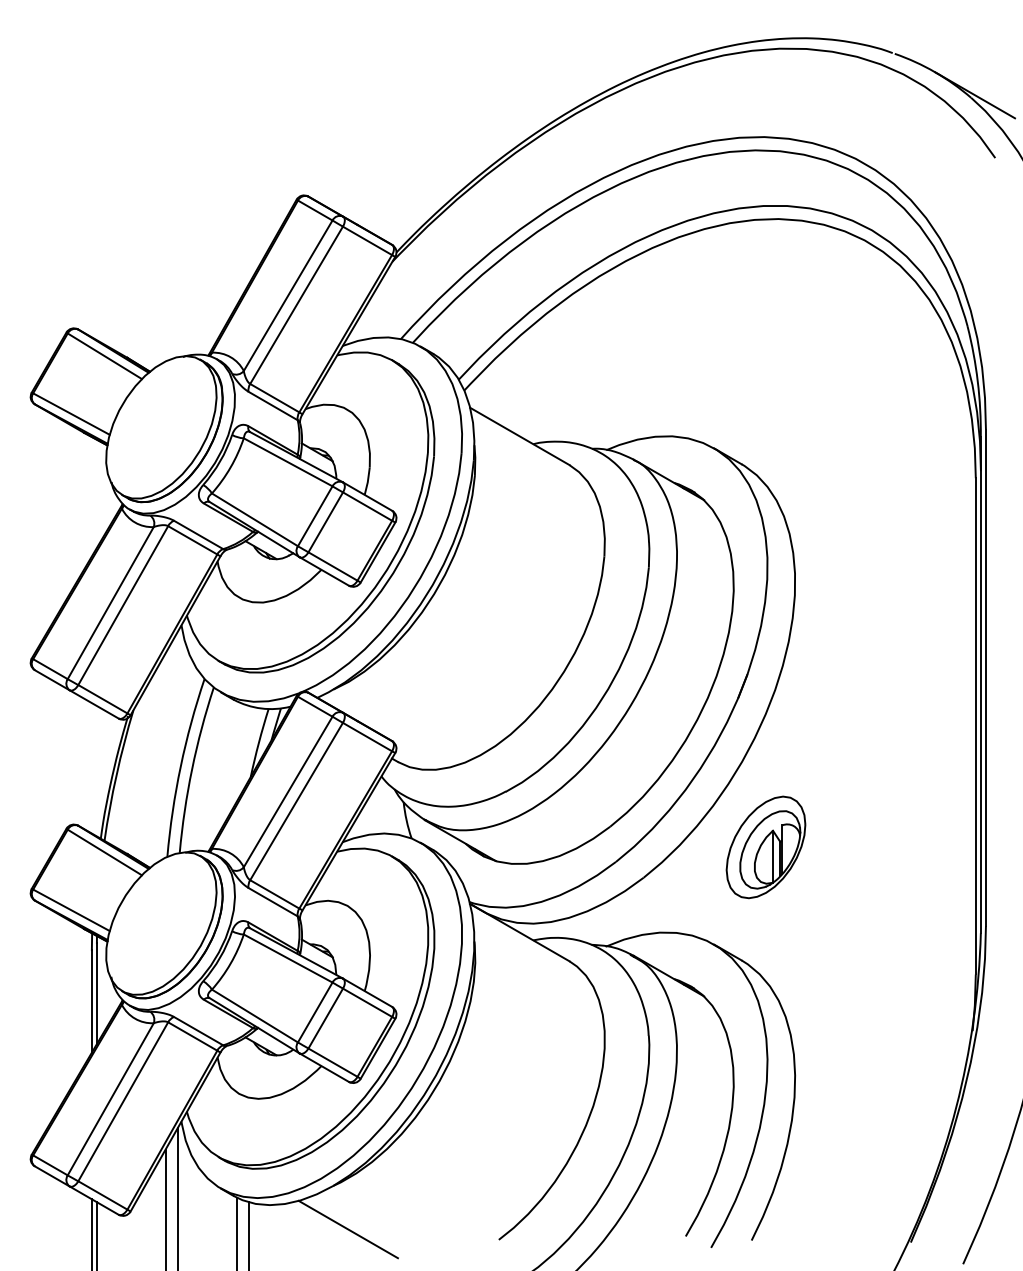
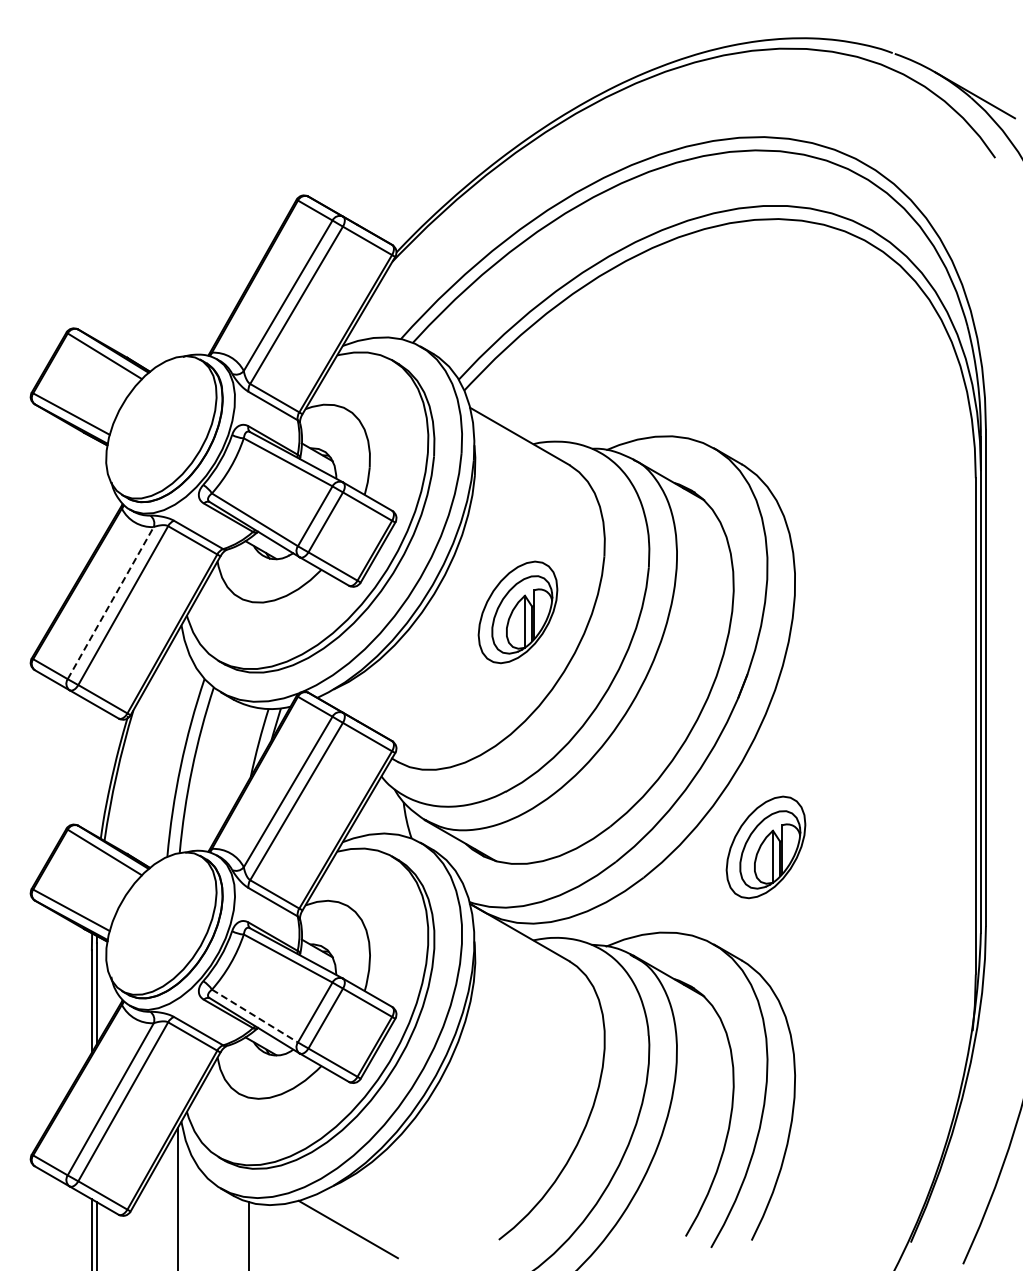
line at (111, 602): solid -> dashed
part at (517, 612): none -> present
line at (255, 1016): solid -> dashed
line at (165, 1208): present -> none
line at (237, 1232): present -> none
